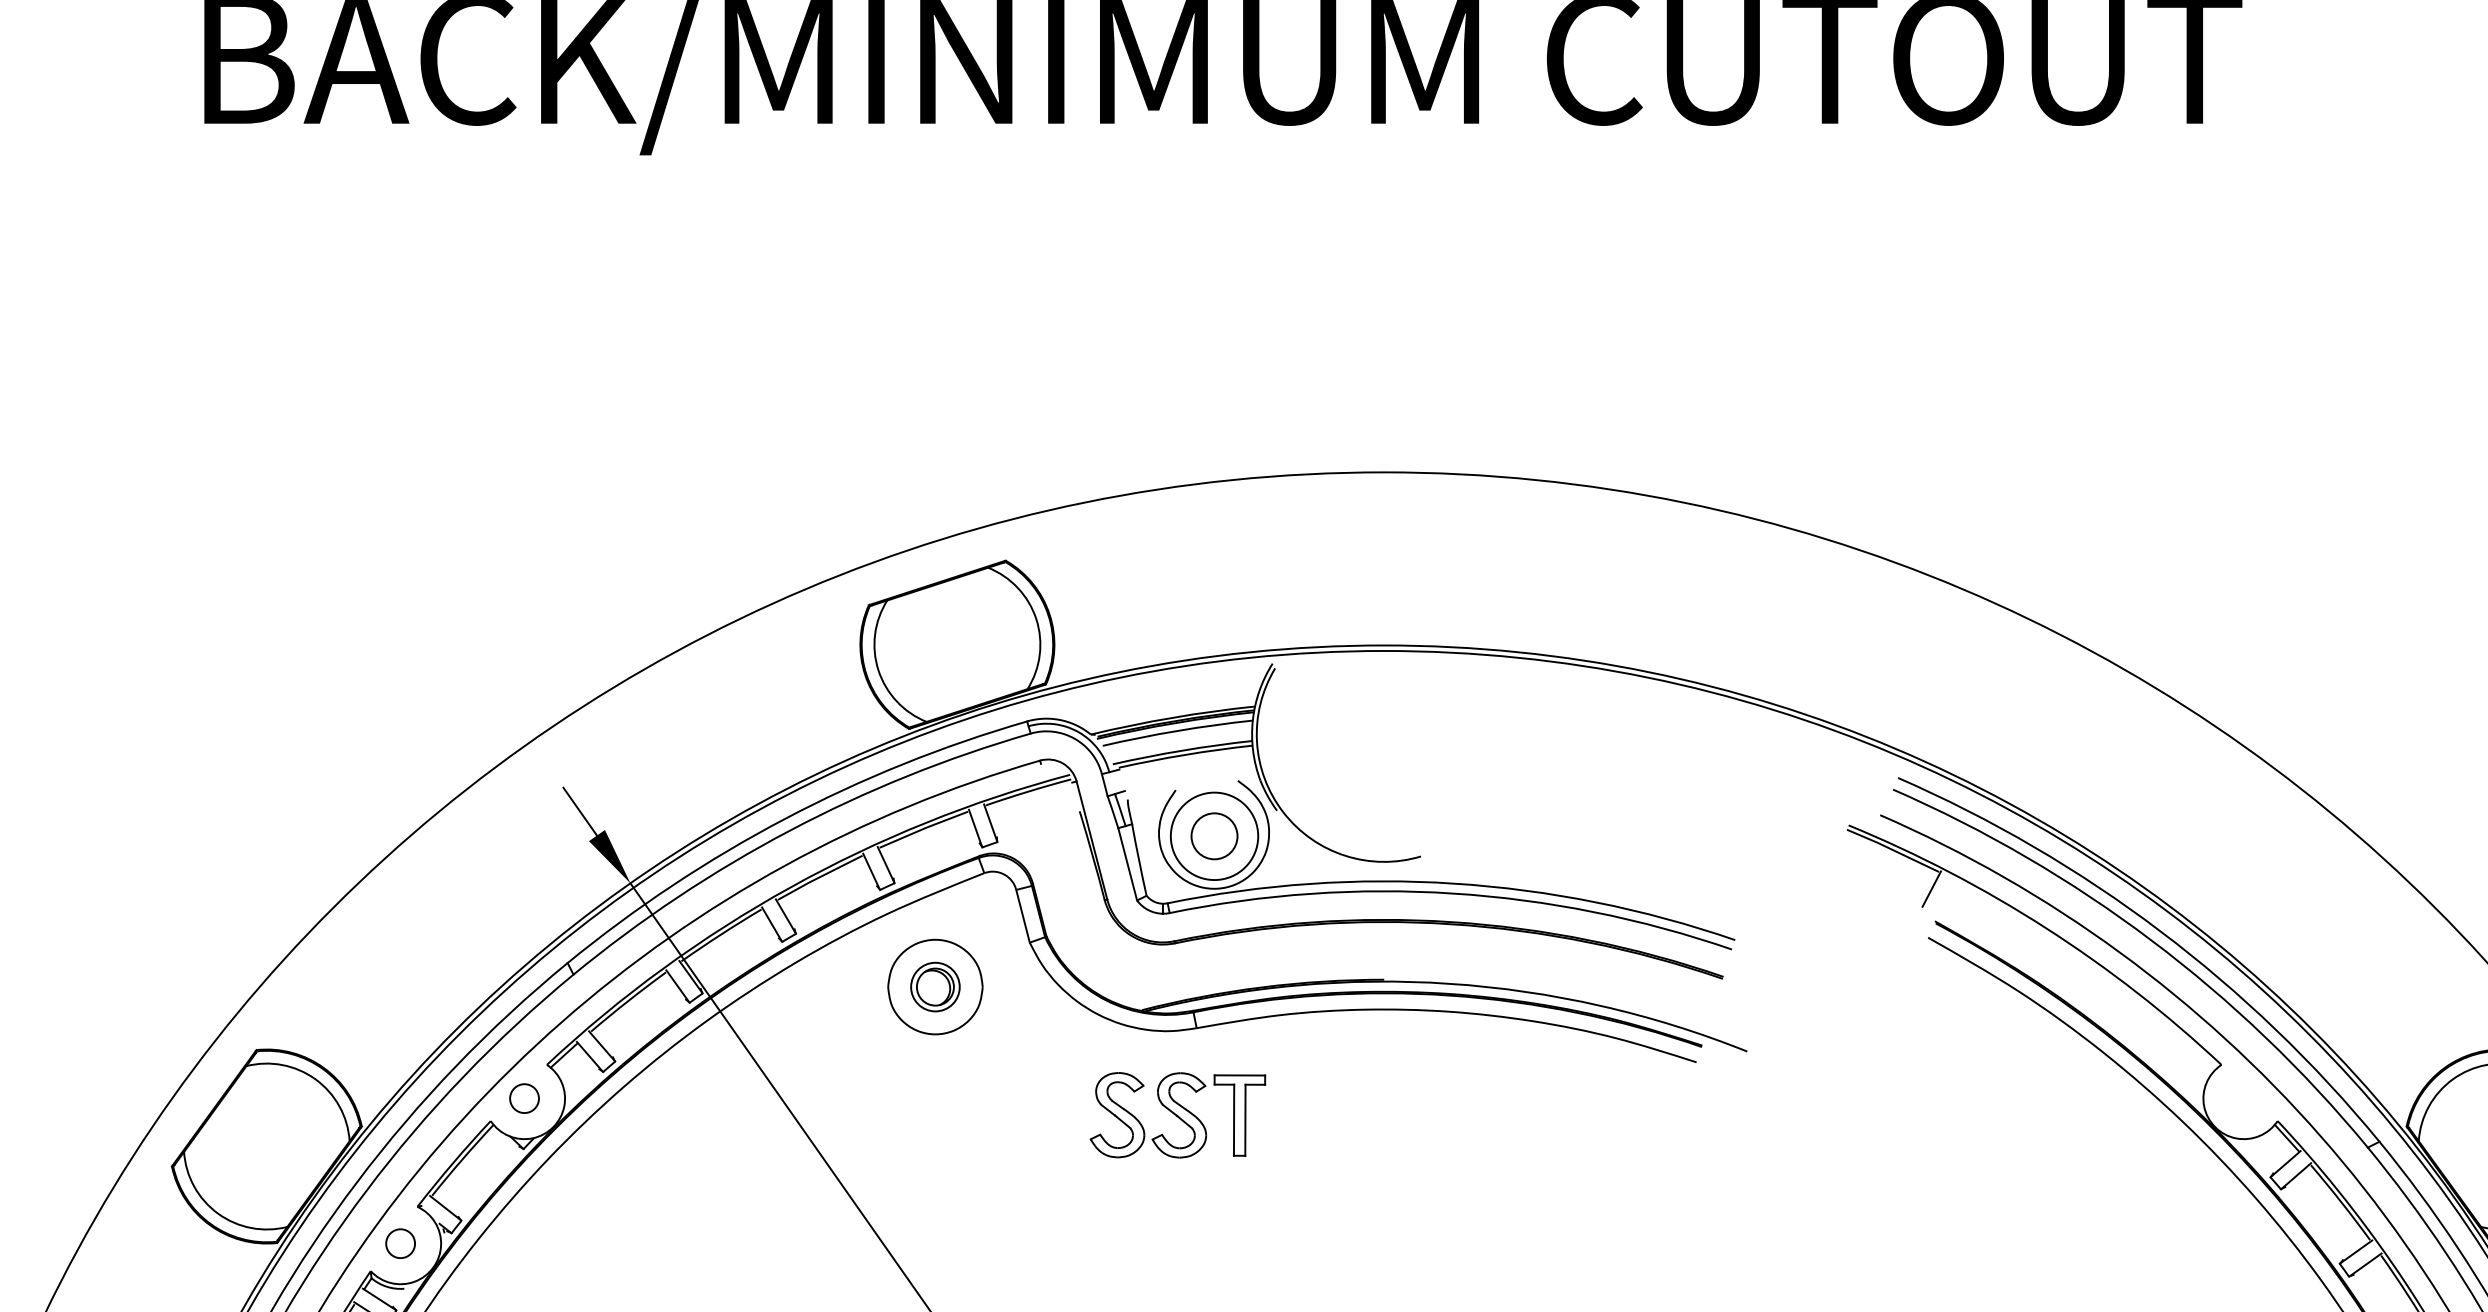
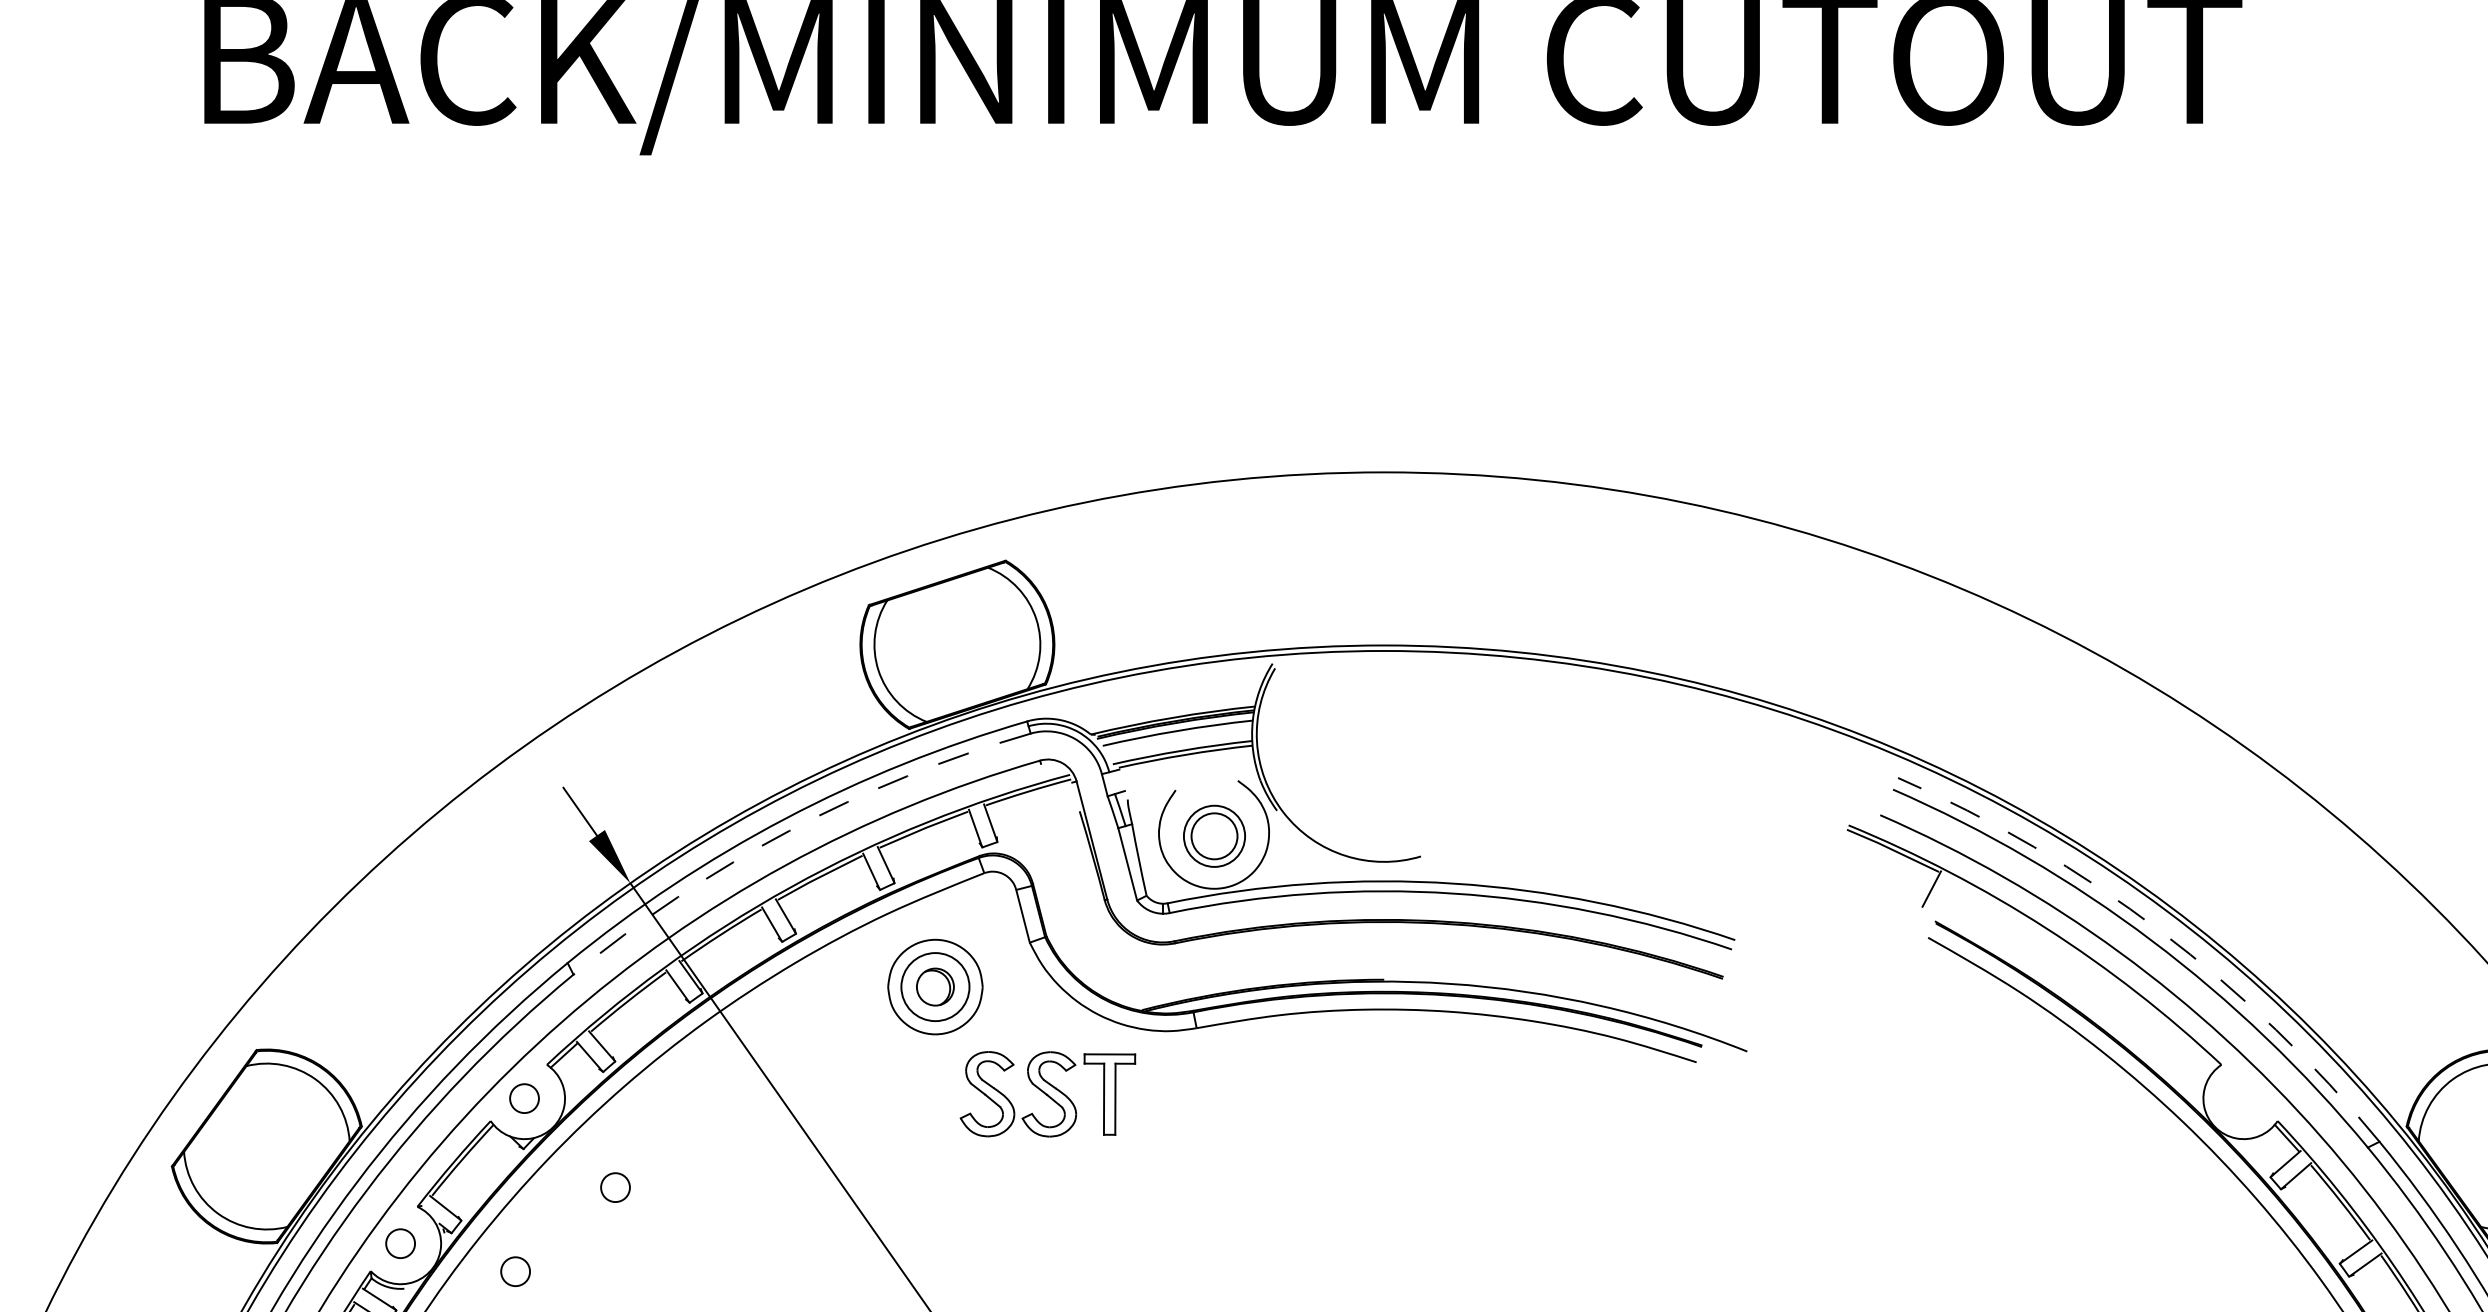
arc at (789, 830): solid -> dashed
circle at (1214, 836) diameter: 87 px -> 61 px
arc at (2160, 931): solid -> dashed
circle at (935, 986) diameter: 49 px -> 68 px
part at (1177, 1115) position: (1177, 1115) -> (1047, 1094)
circle at (615, 1187): none -> present
circle at (515, 1271): none -> present
